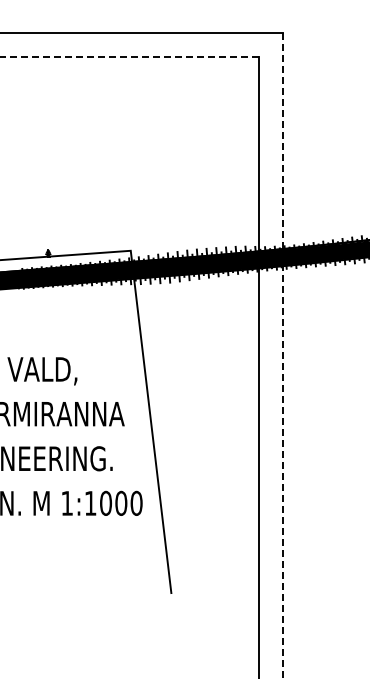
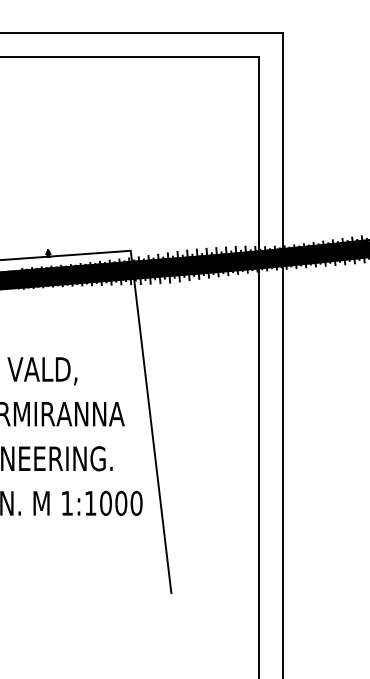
line at (129, 57): dashed -> solid
line at (283, 356): dashed -> solid
